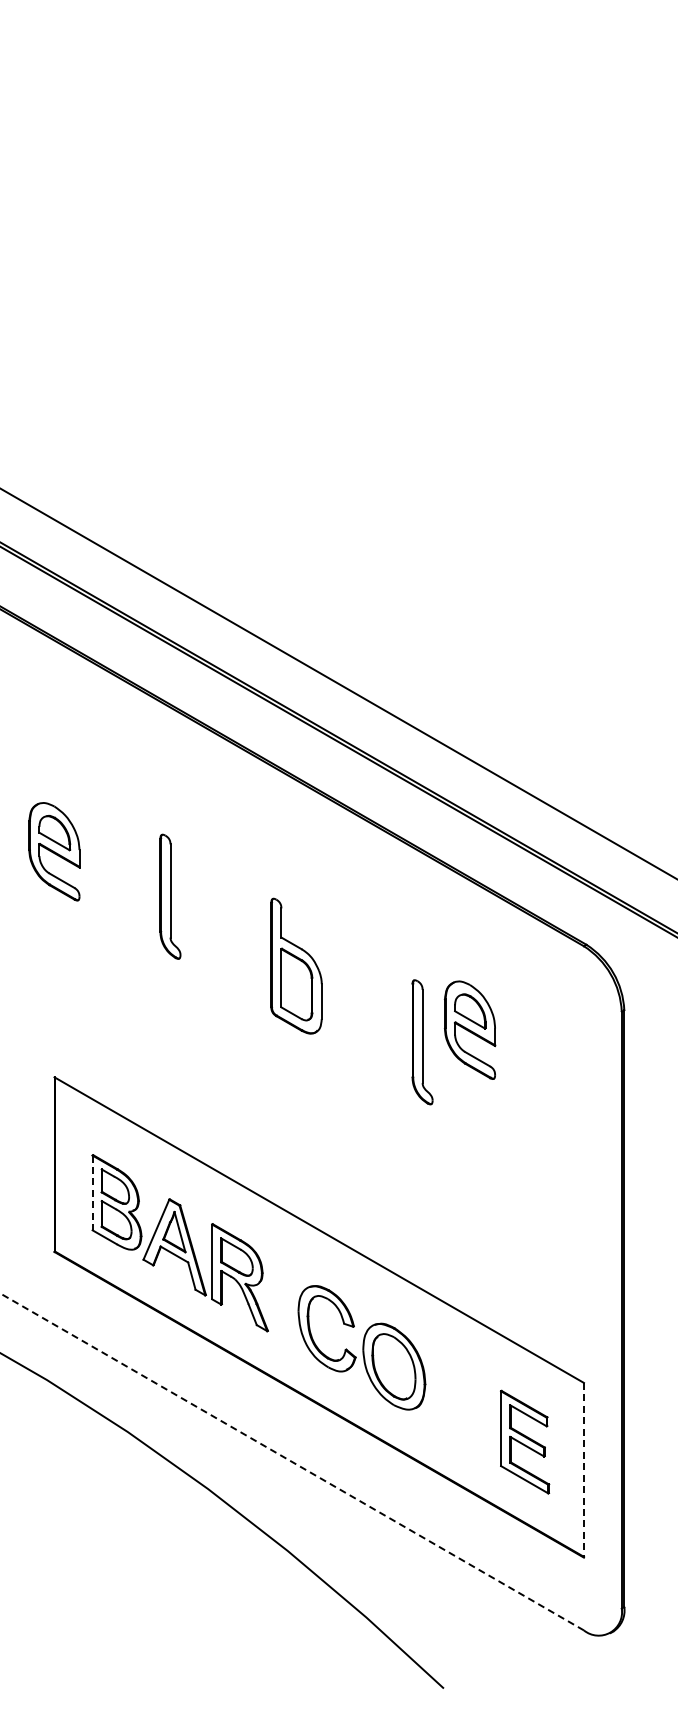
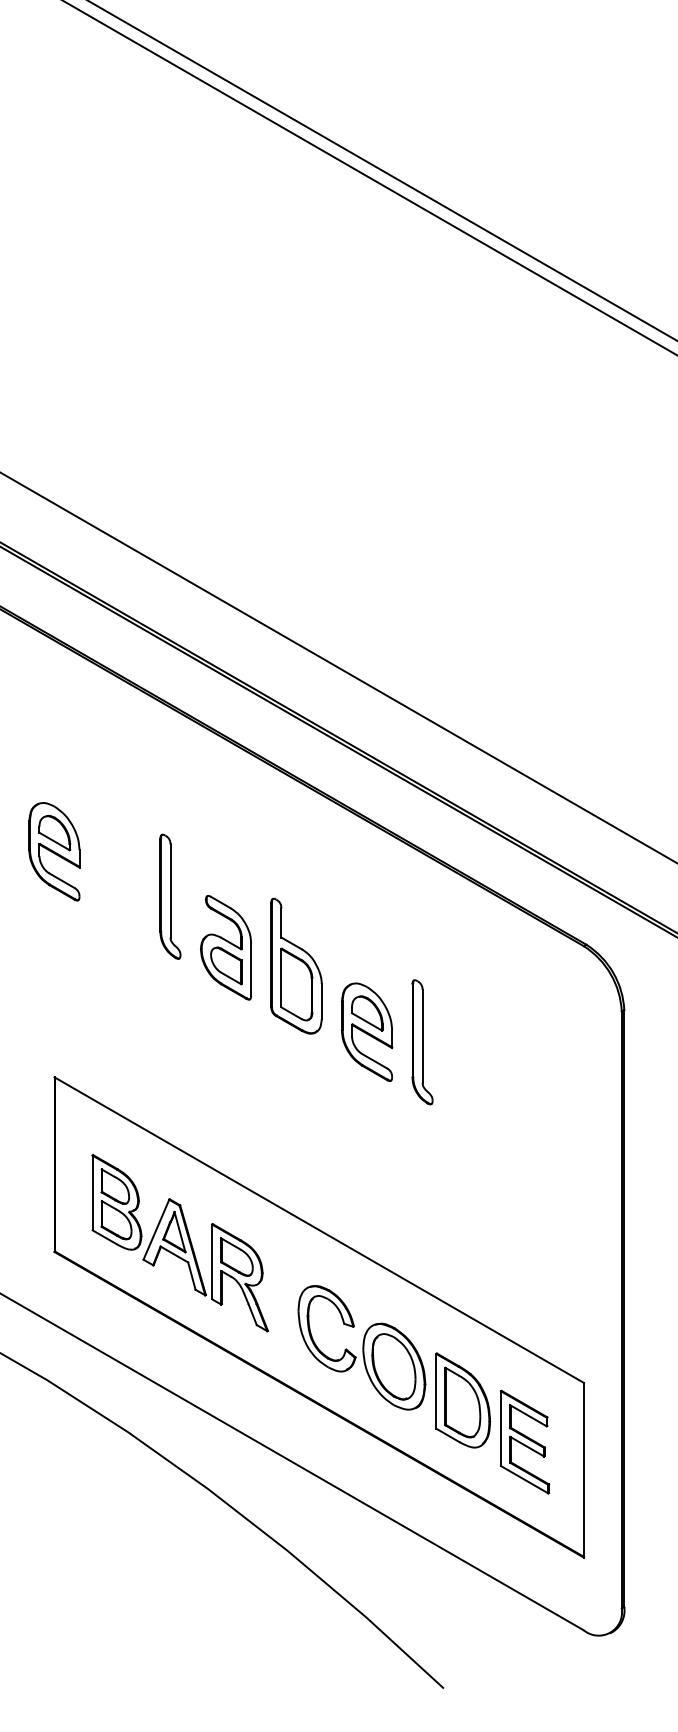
line at (382, 170): none -> present
line at (369, 177): none -> present
line at (338, 683) position: (338, 683) -> (338, 667)
part at (225, 947): none -> present
part at (469, 1029) position: (469, 1029) -> (366, 1031)
line at (92, 1193): dashed -> solid
part at (463, 1400): none -> present
line at (292, 1462): dashed -> solid
line at (583, 1470): dashed -> solid
